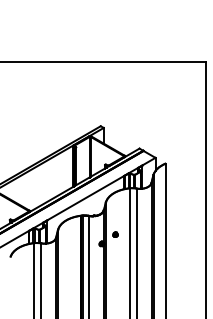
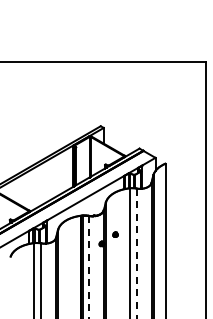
line at (136, 253): solid -> dashed
line at (89, 267): solid -> dashed
